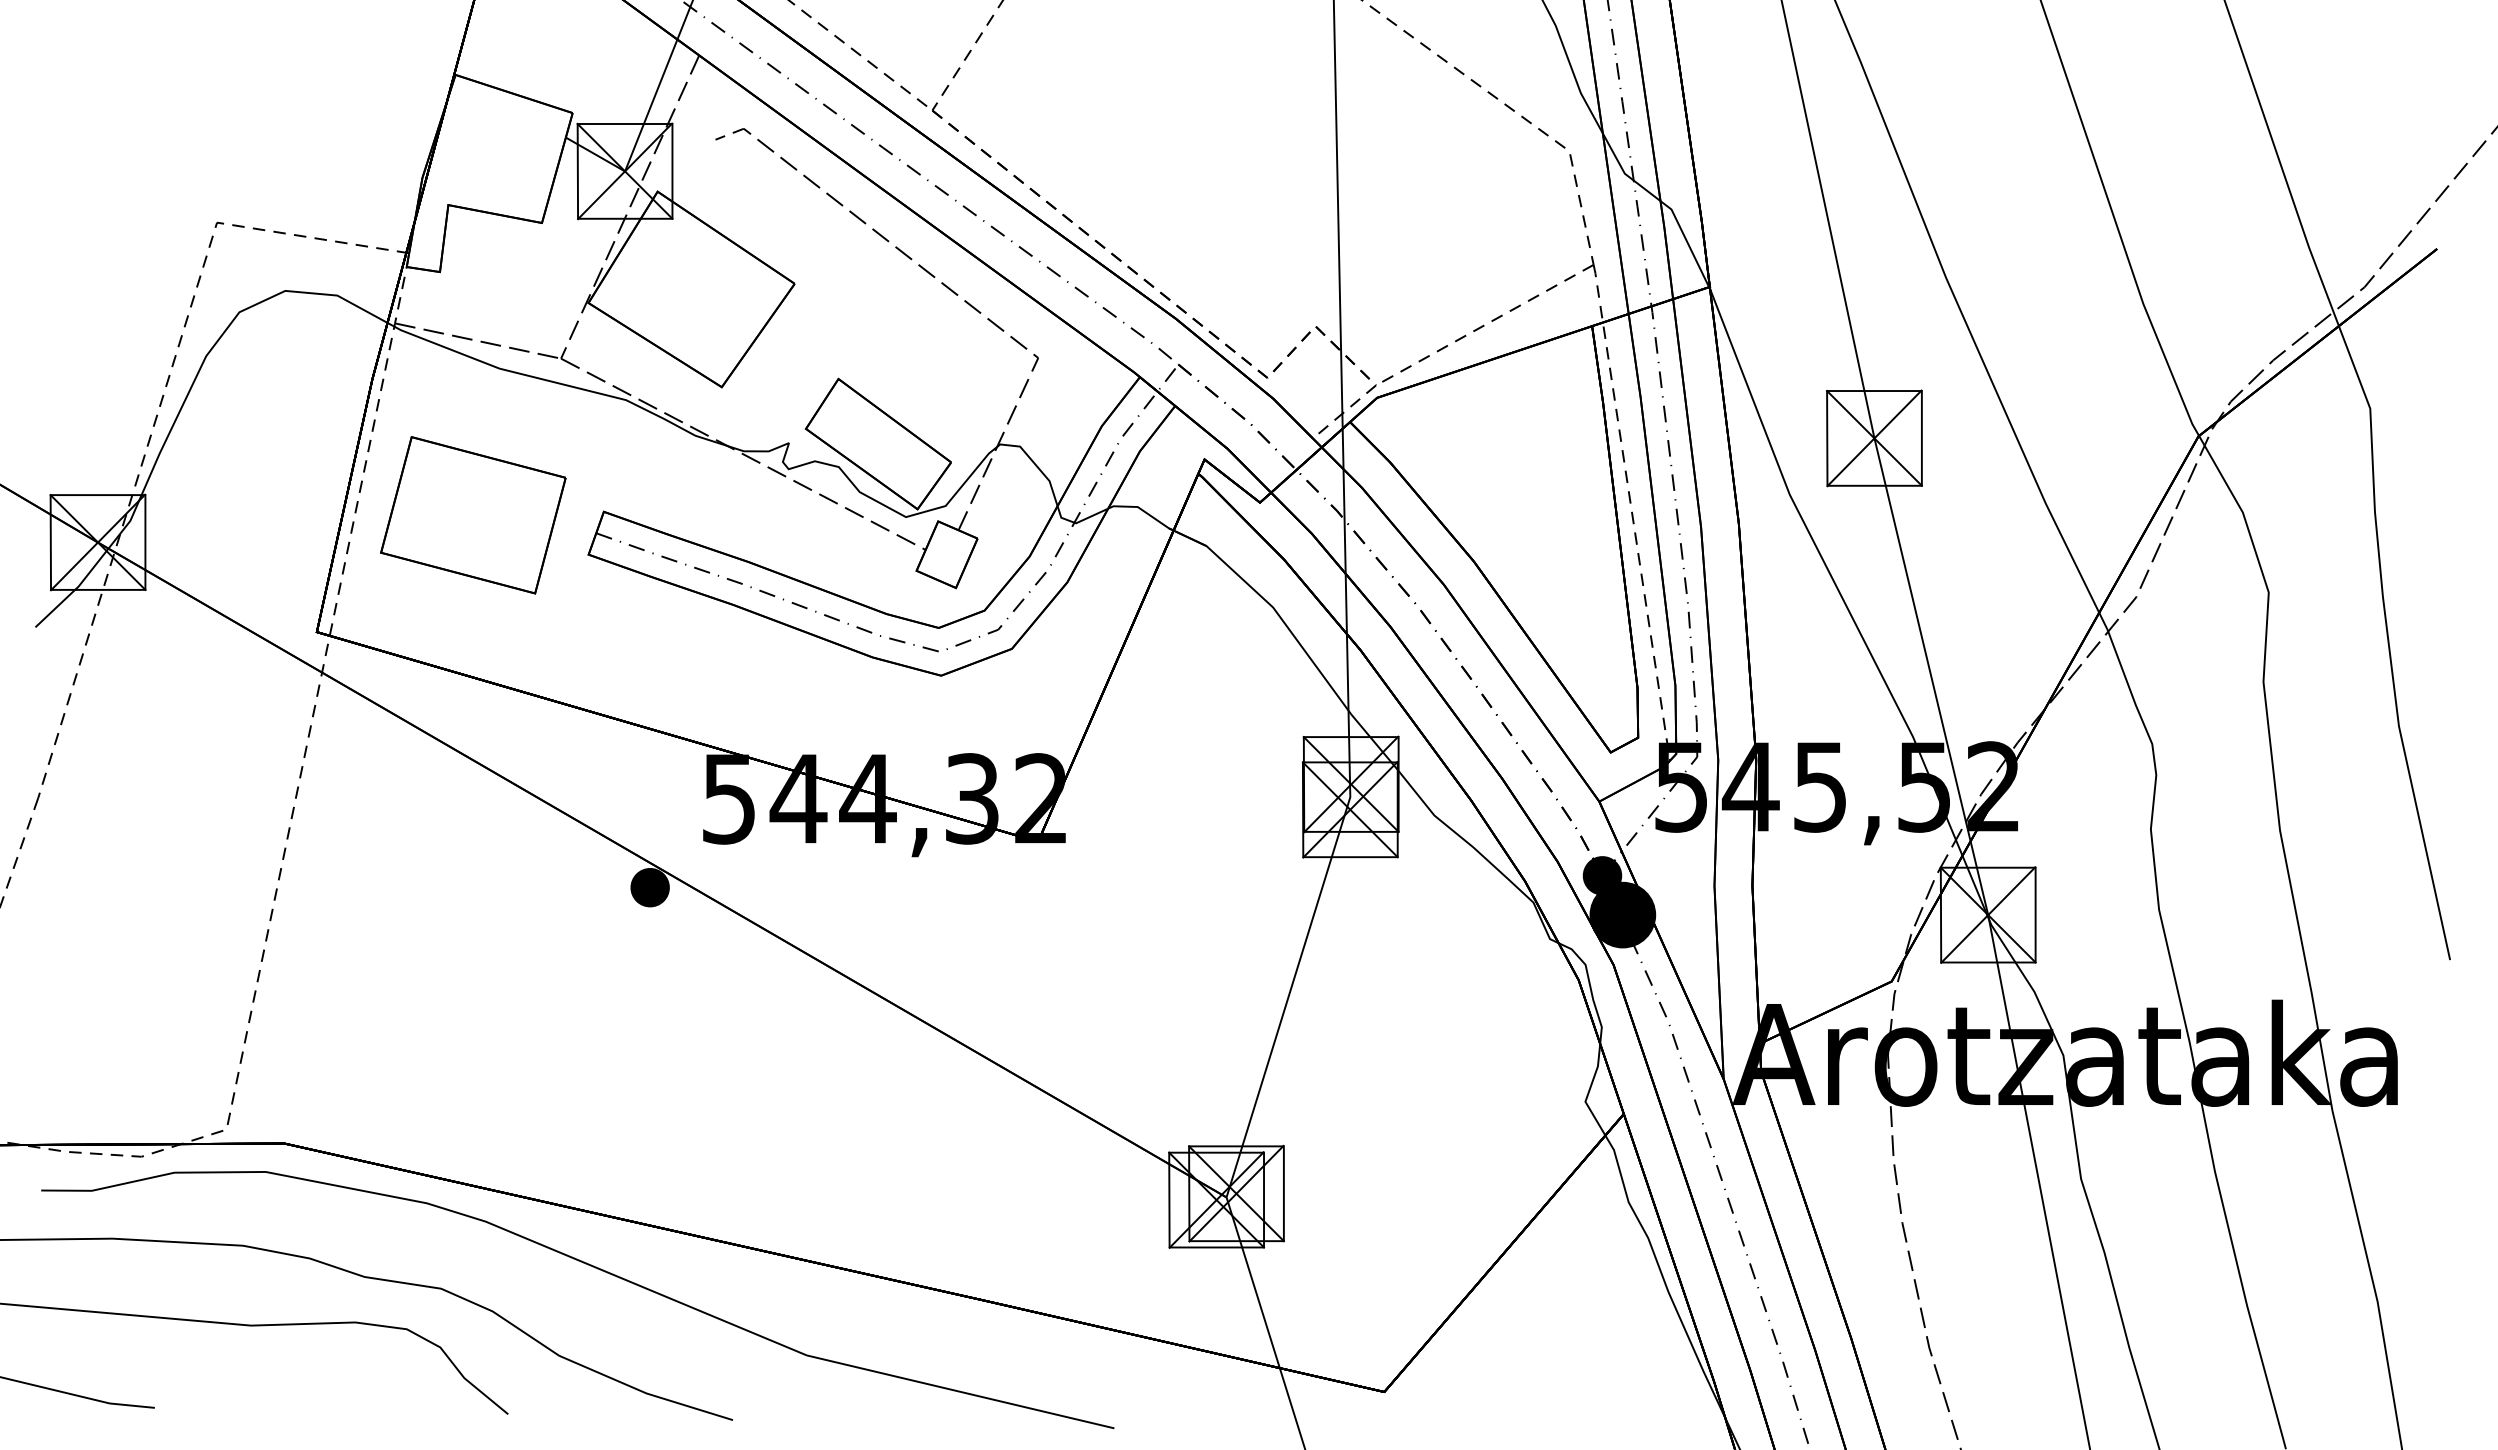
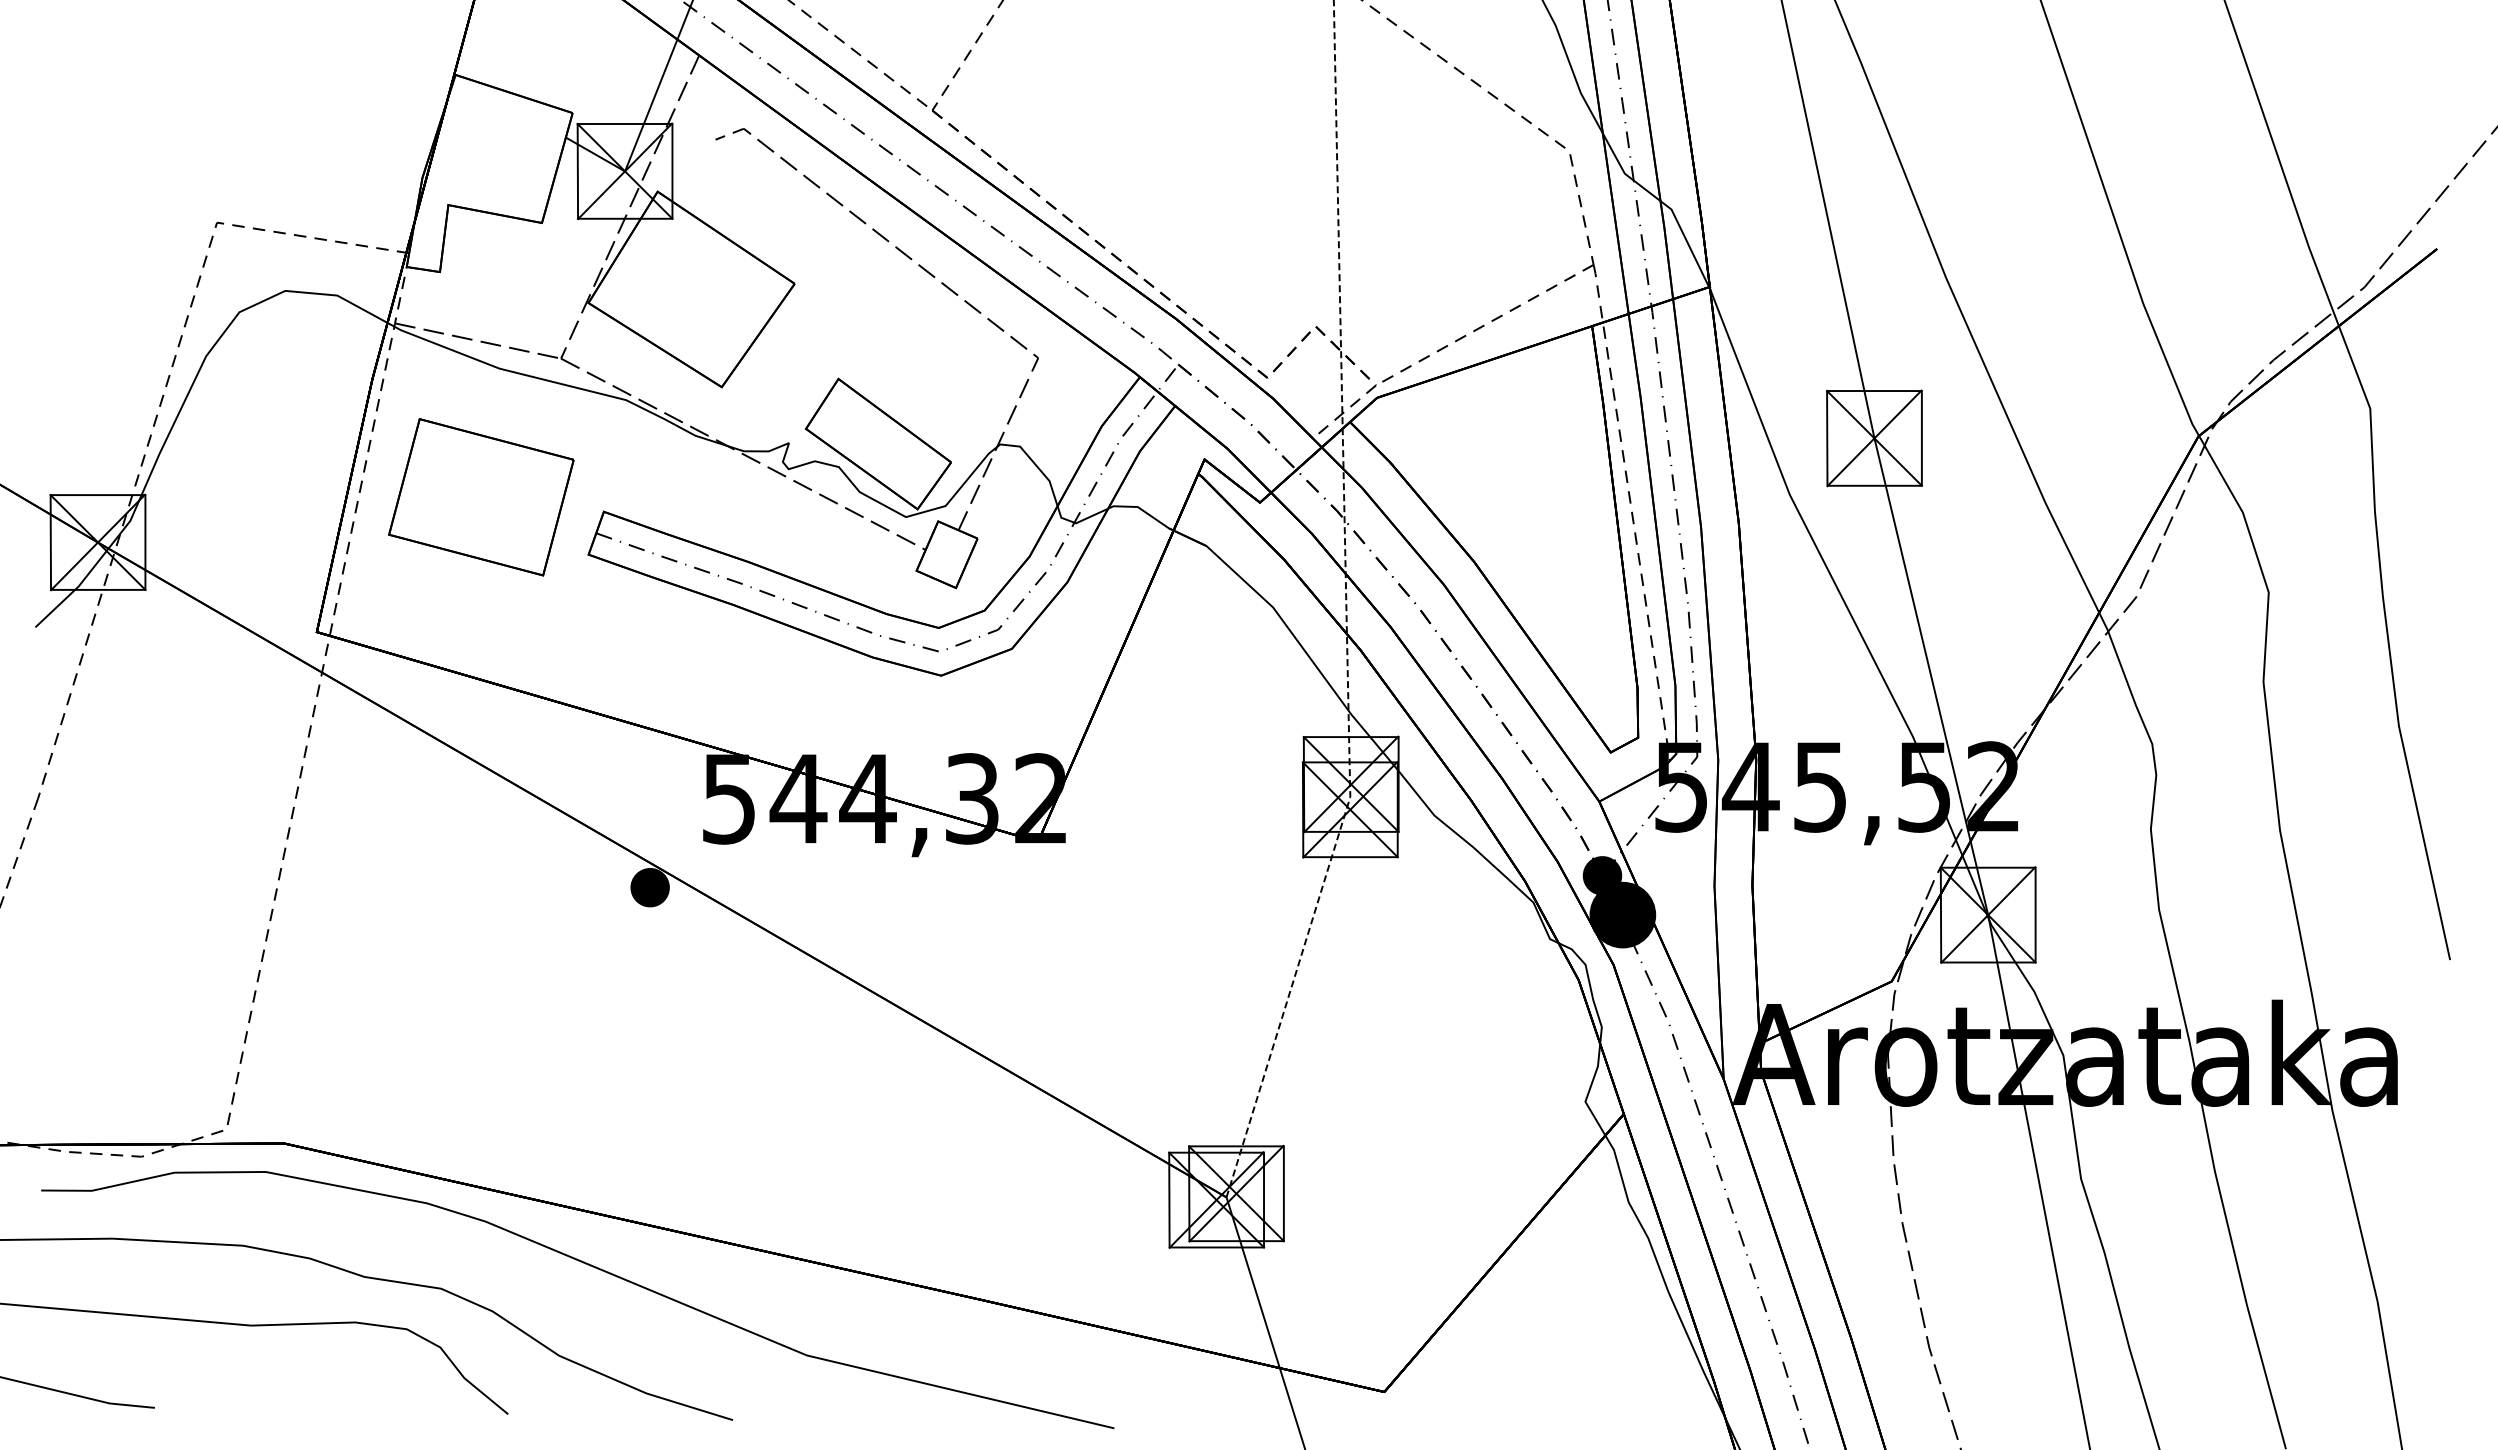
part at (473, 515) position: (473, 515) -> (481, 497)
line at (1346, 608): solid -> dashed
